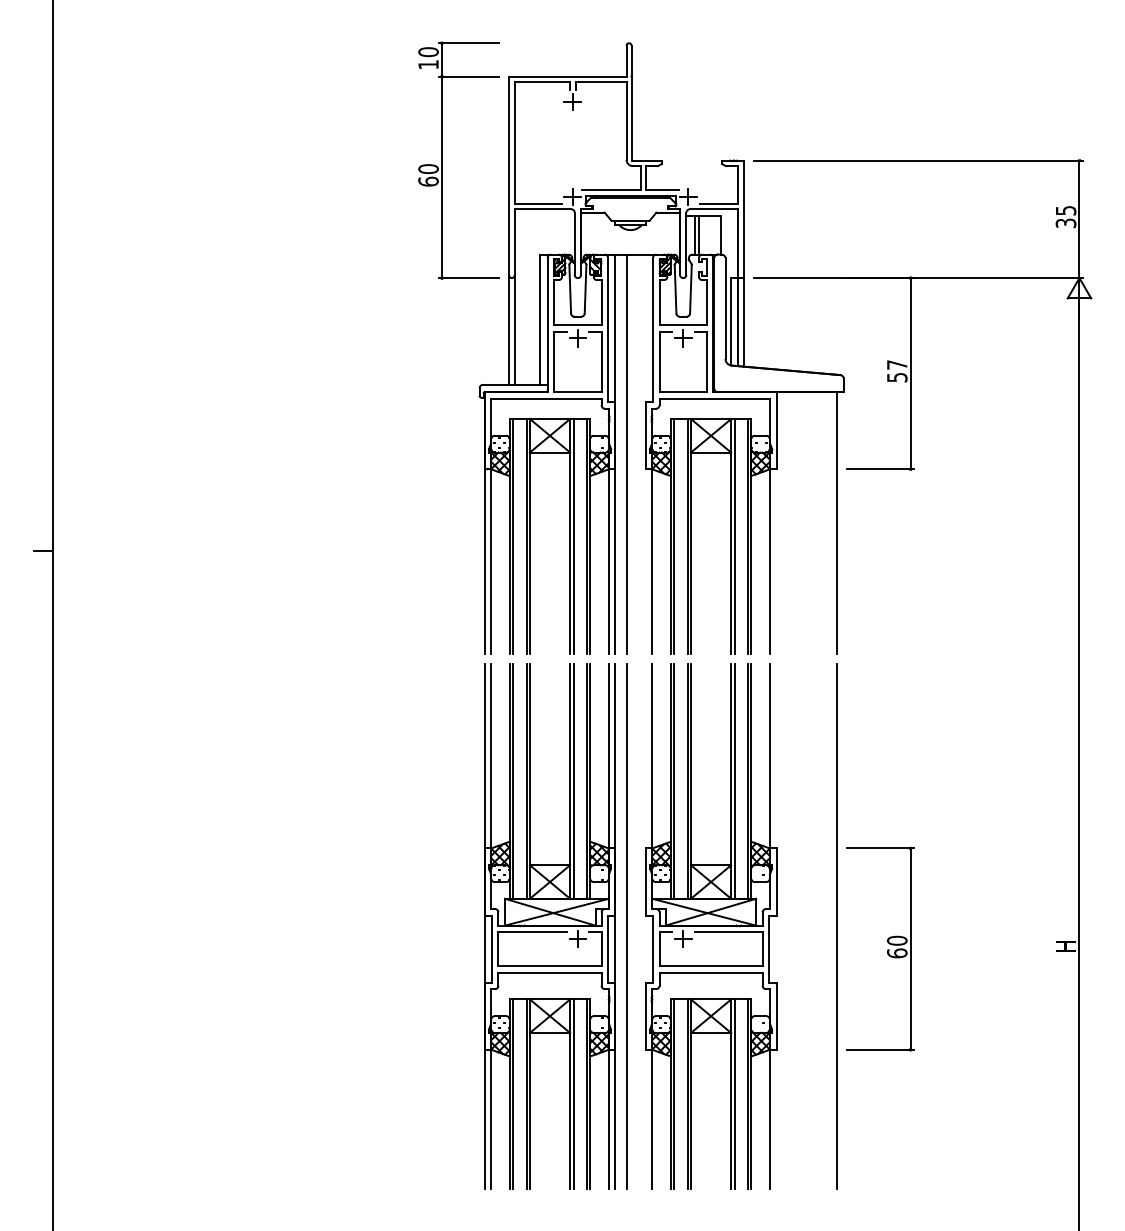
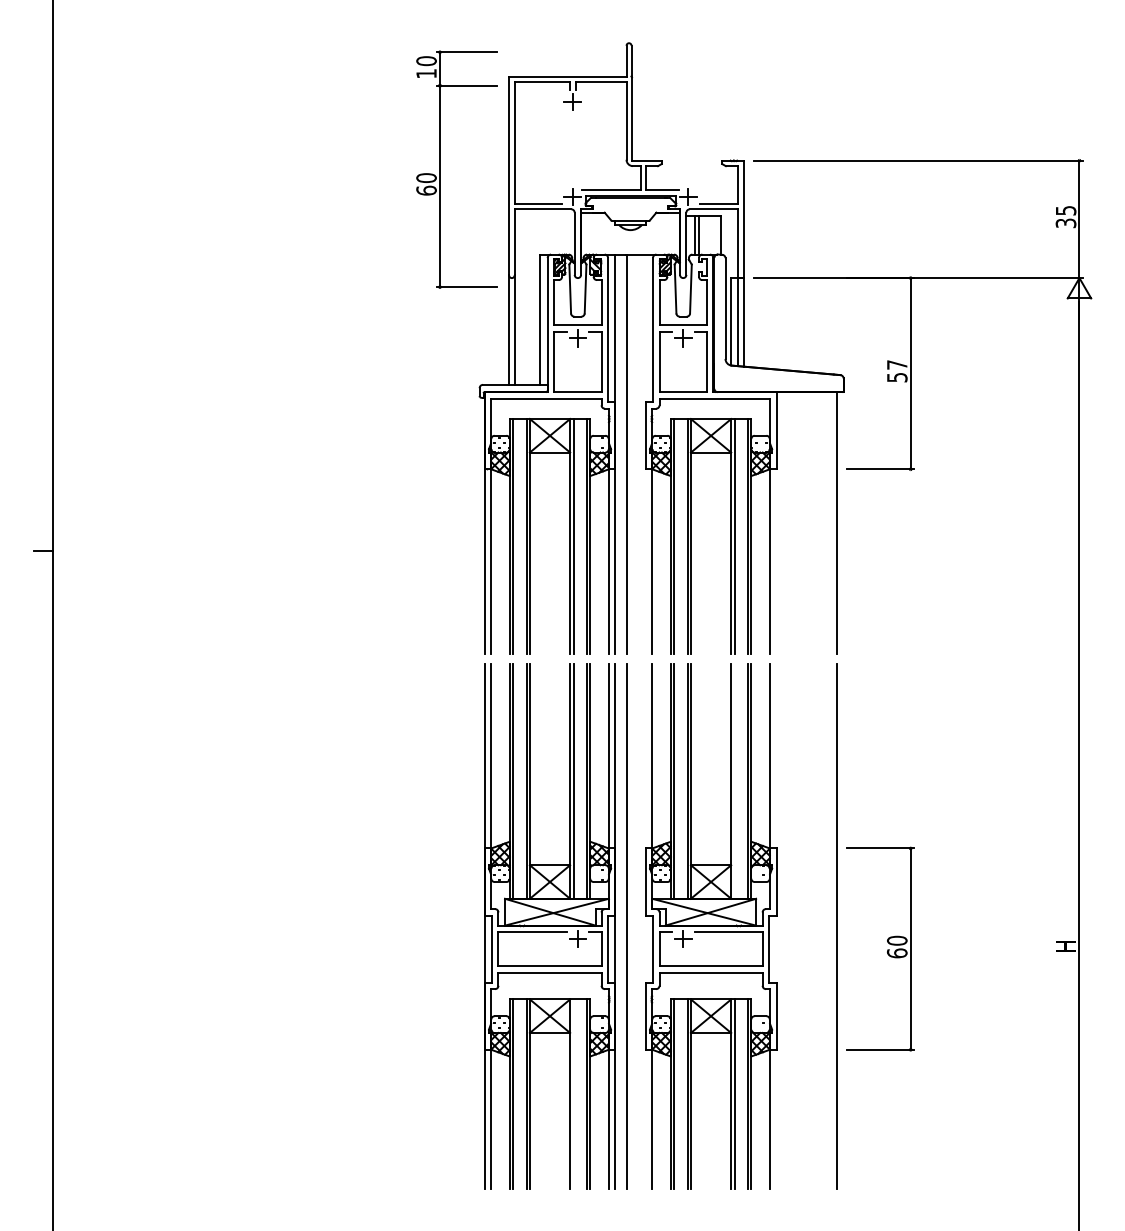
part at (442, 160) position: (442, 160) -> (440, 169)
line at (734, 780): present -> none
line at (573, 1094): present -> none
